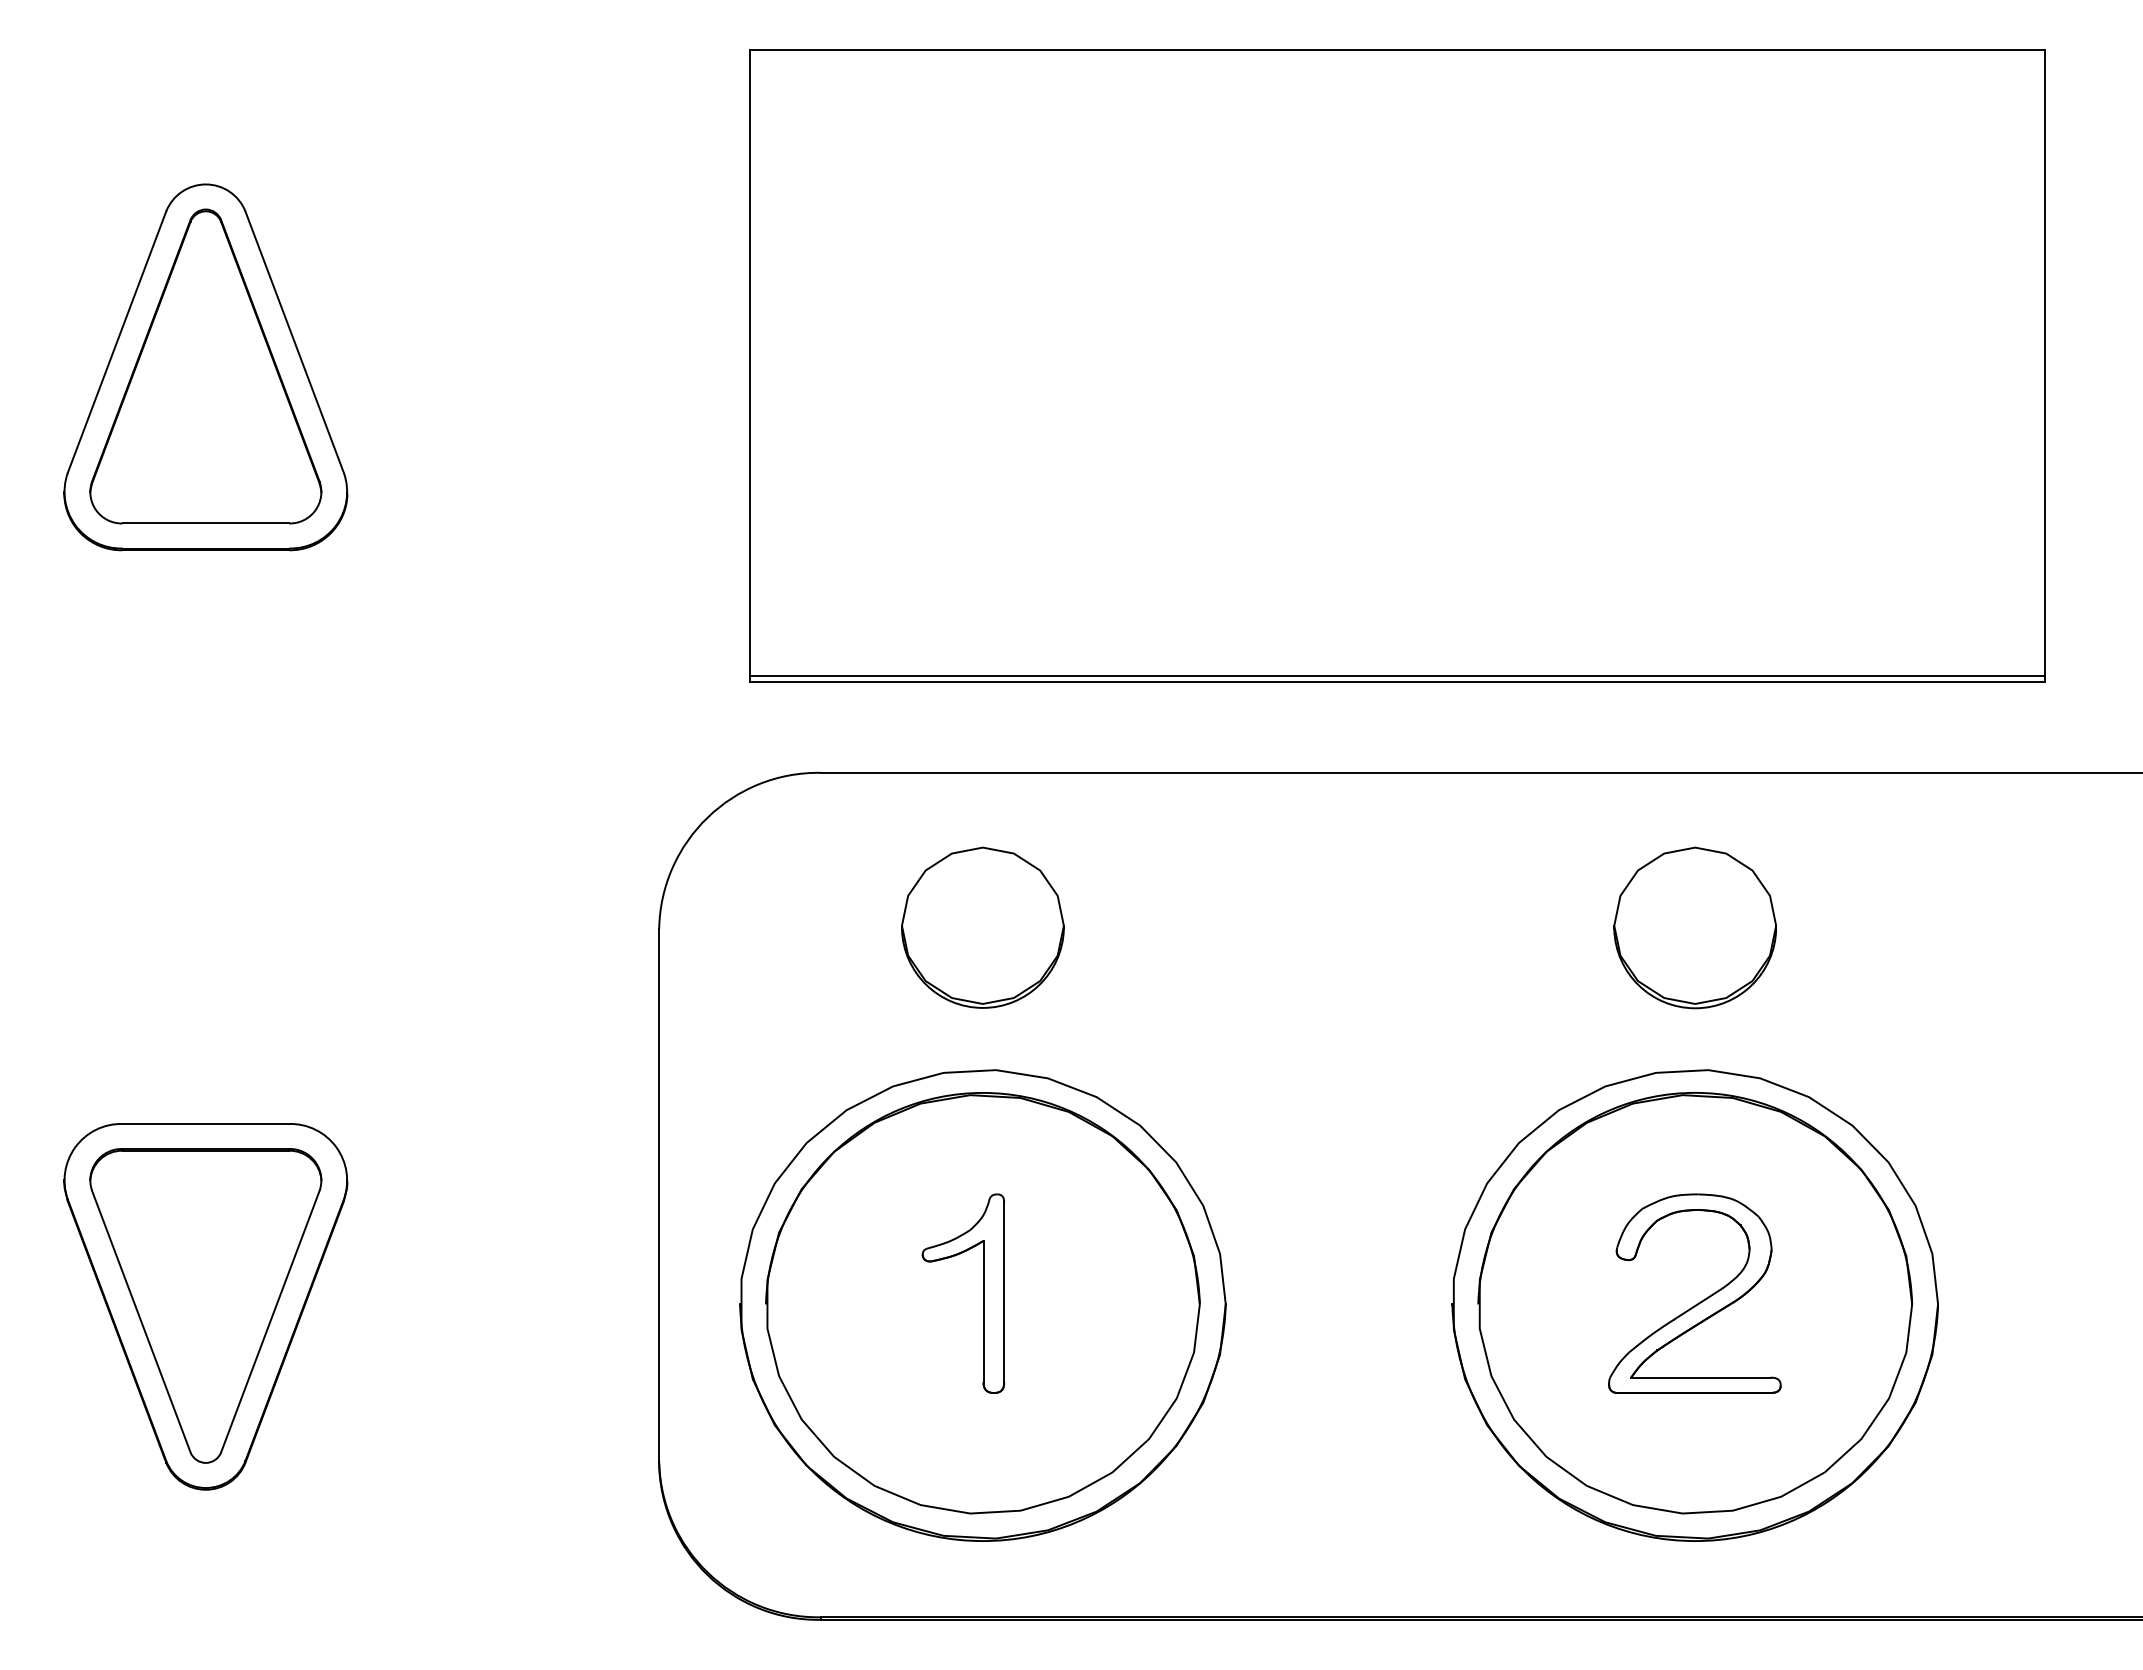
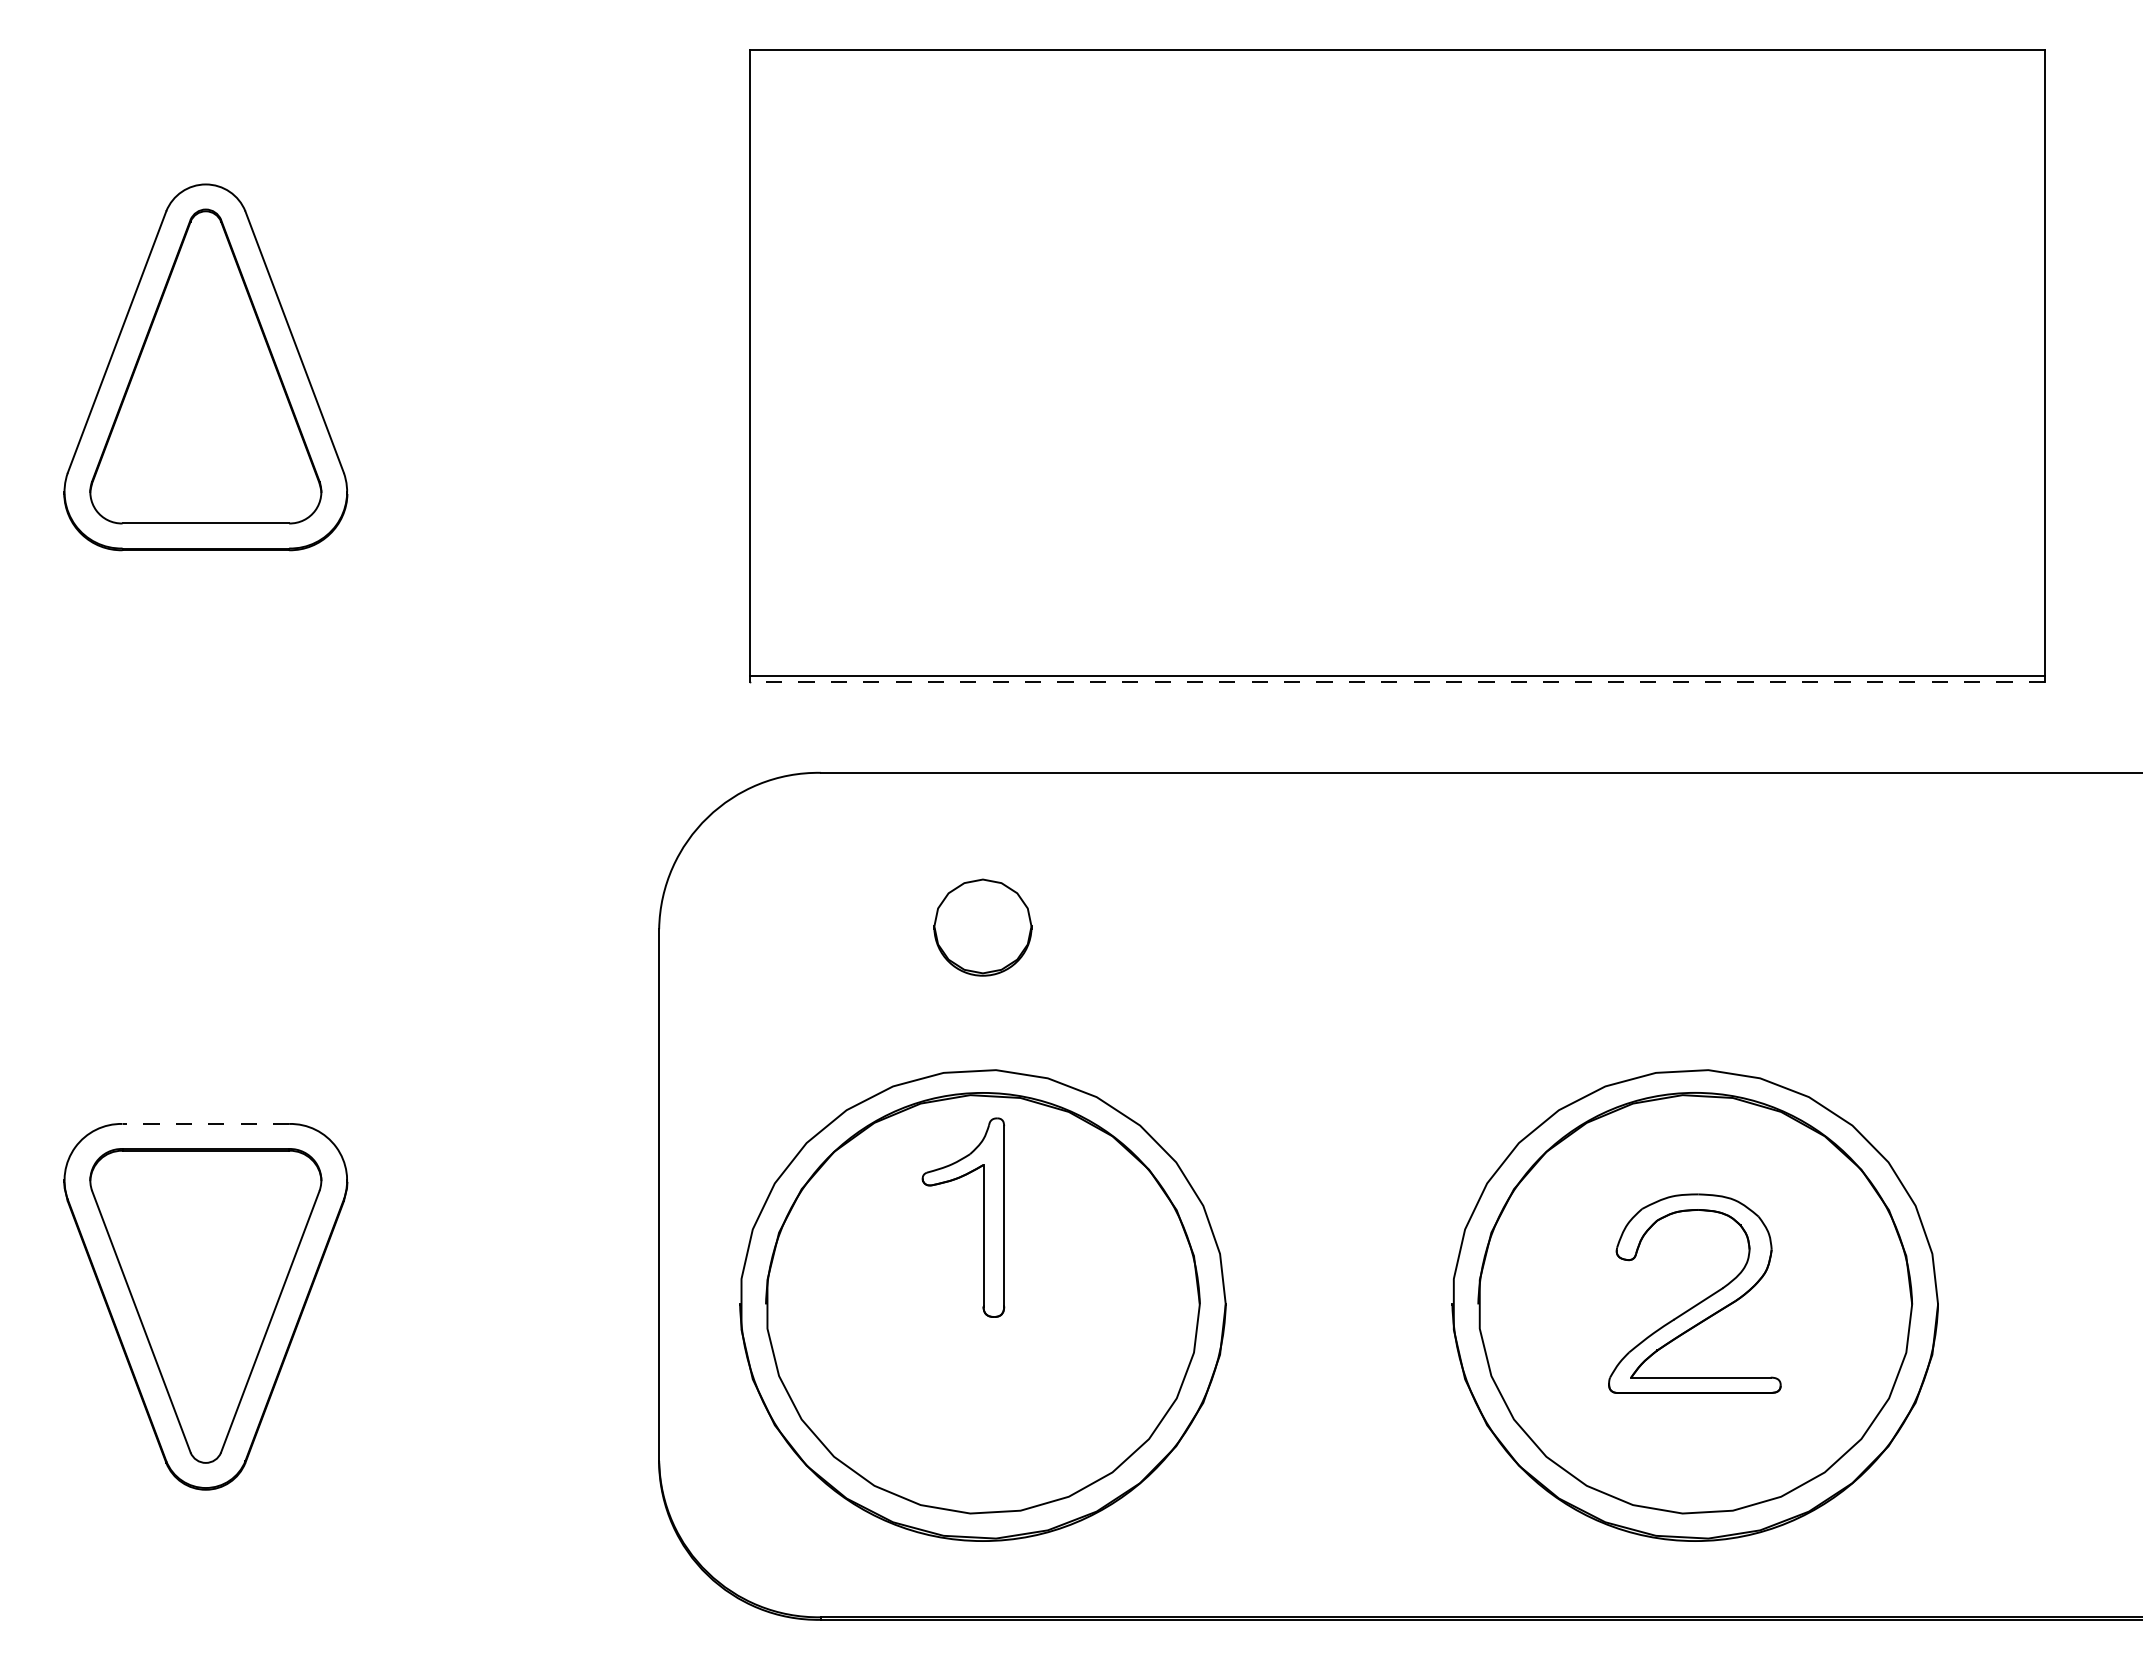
line at (1397, 681): solid -> dashed
part at (982, 927) size: 164x163 px -> 100x99 px
part at (1694, 927): present -> none
line at (205, 1123): solid -> dashed
part at (983, 1293) position: (983, 1293) -> (983, 1217)
